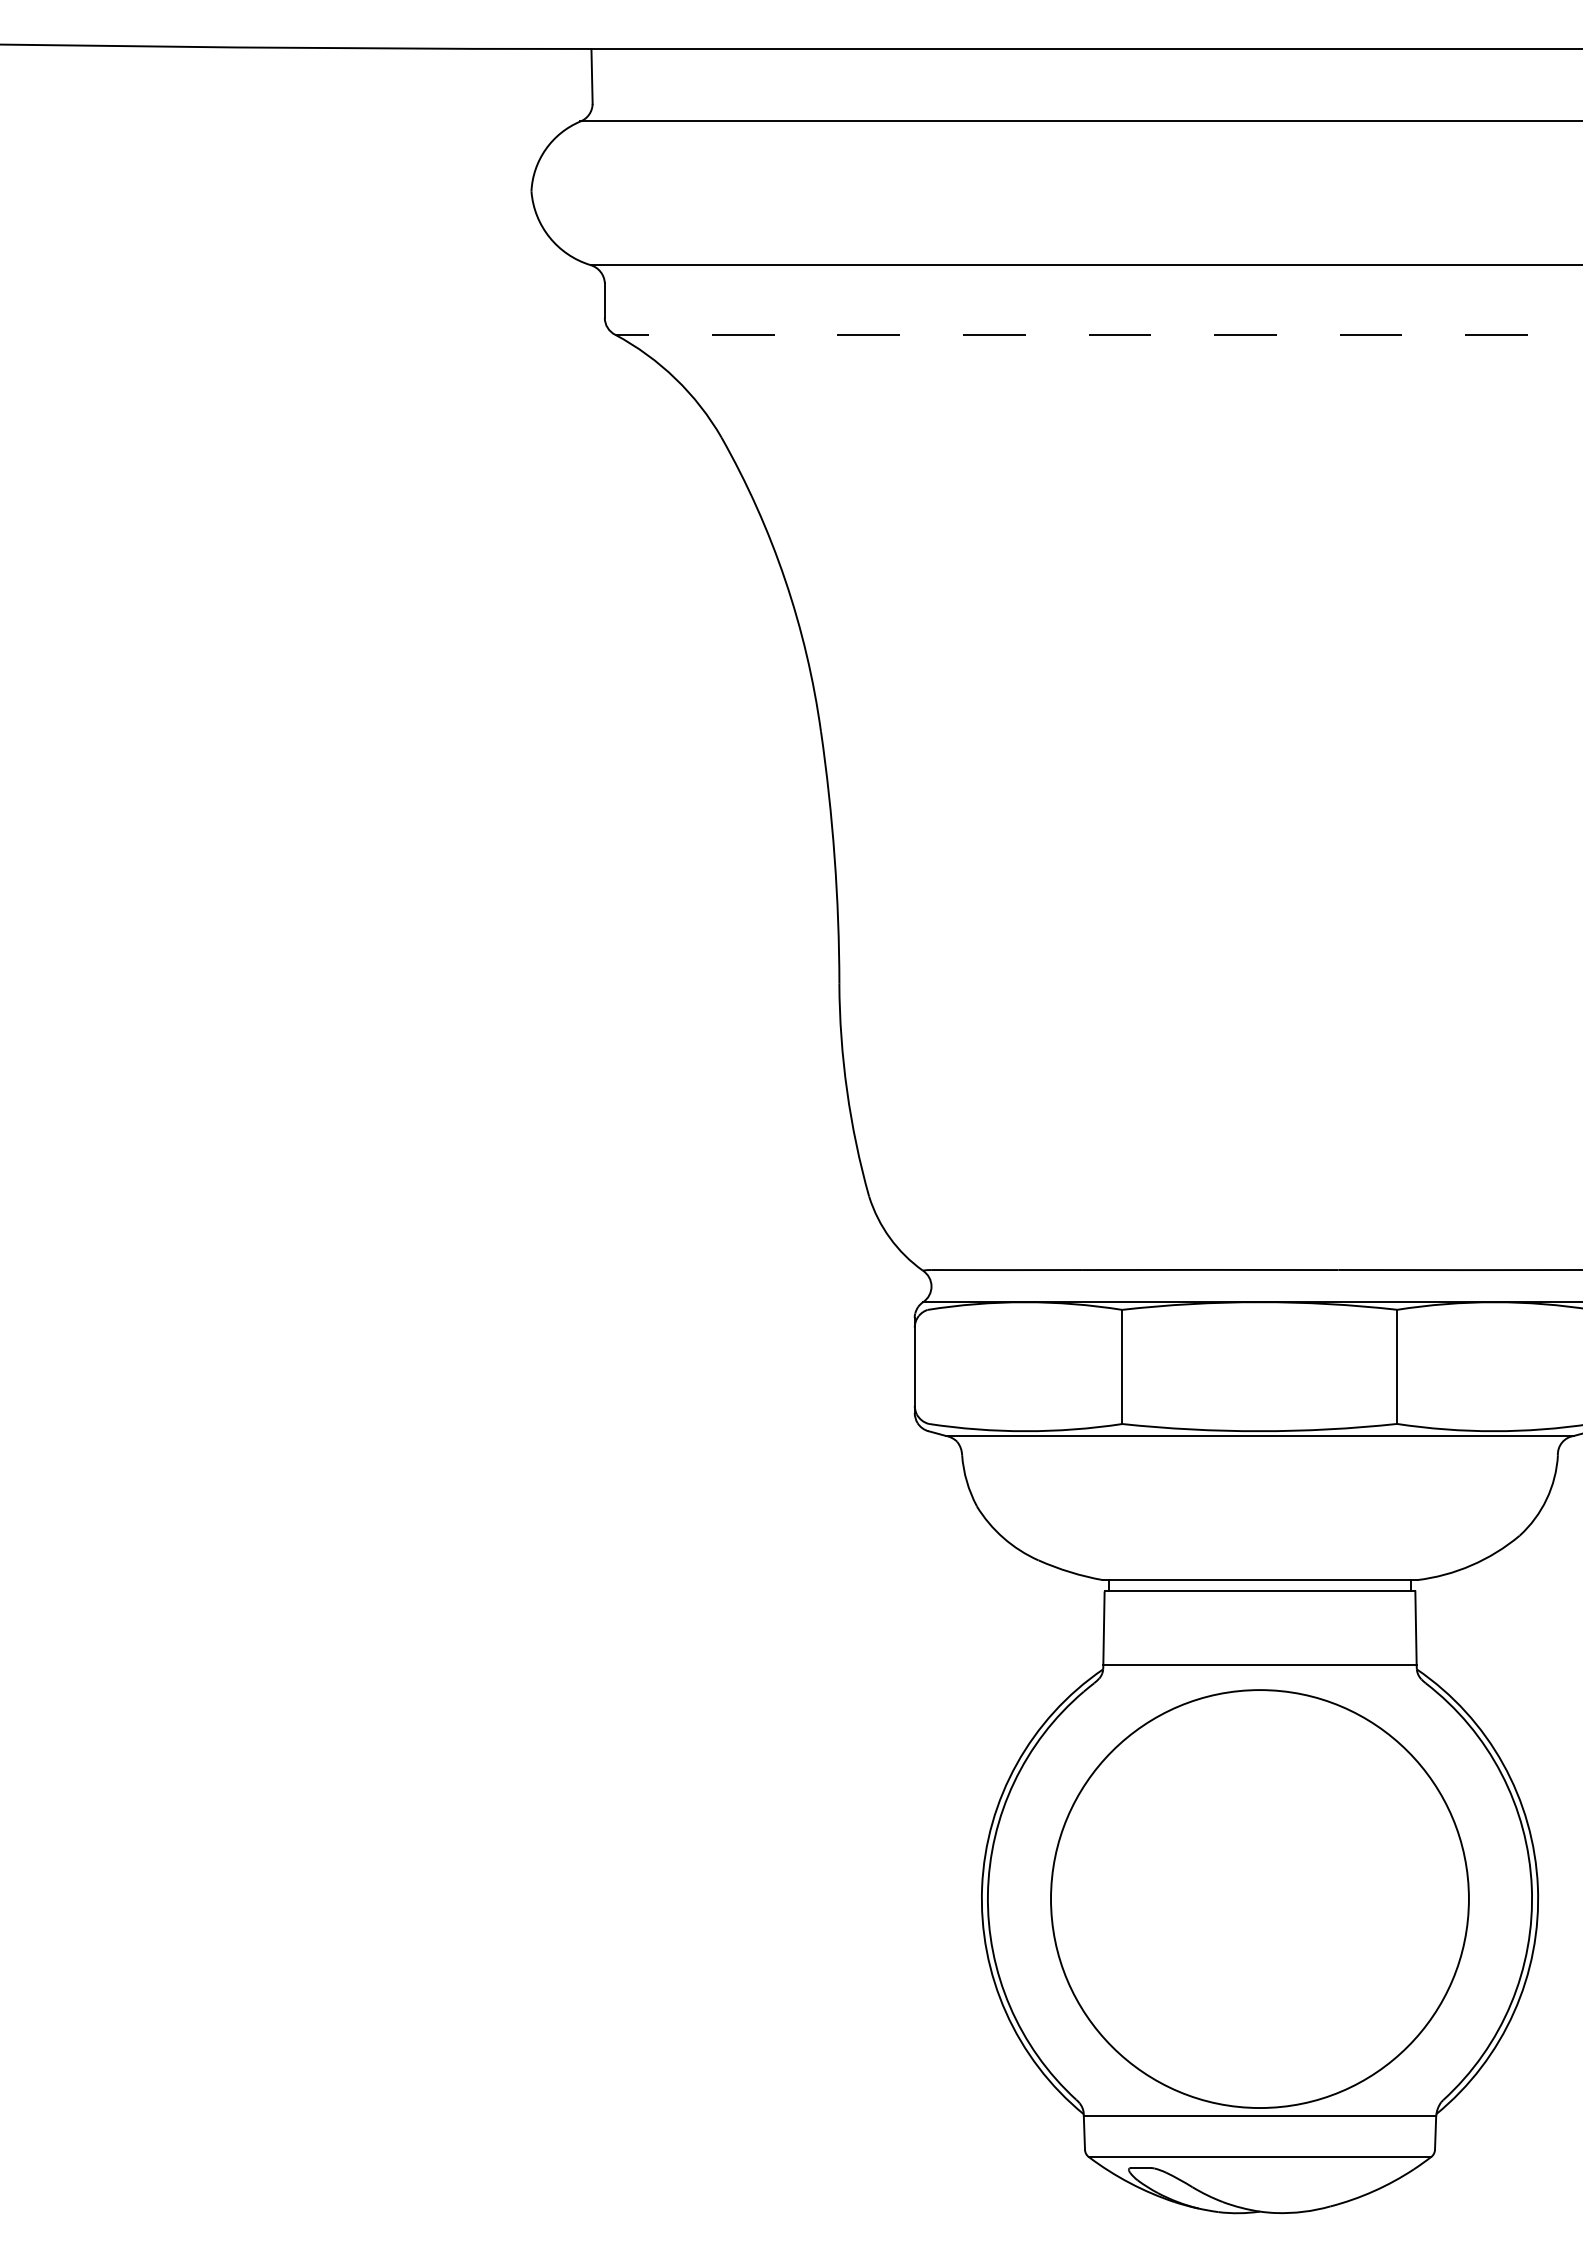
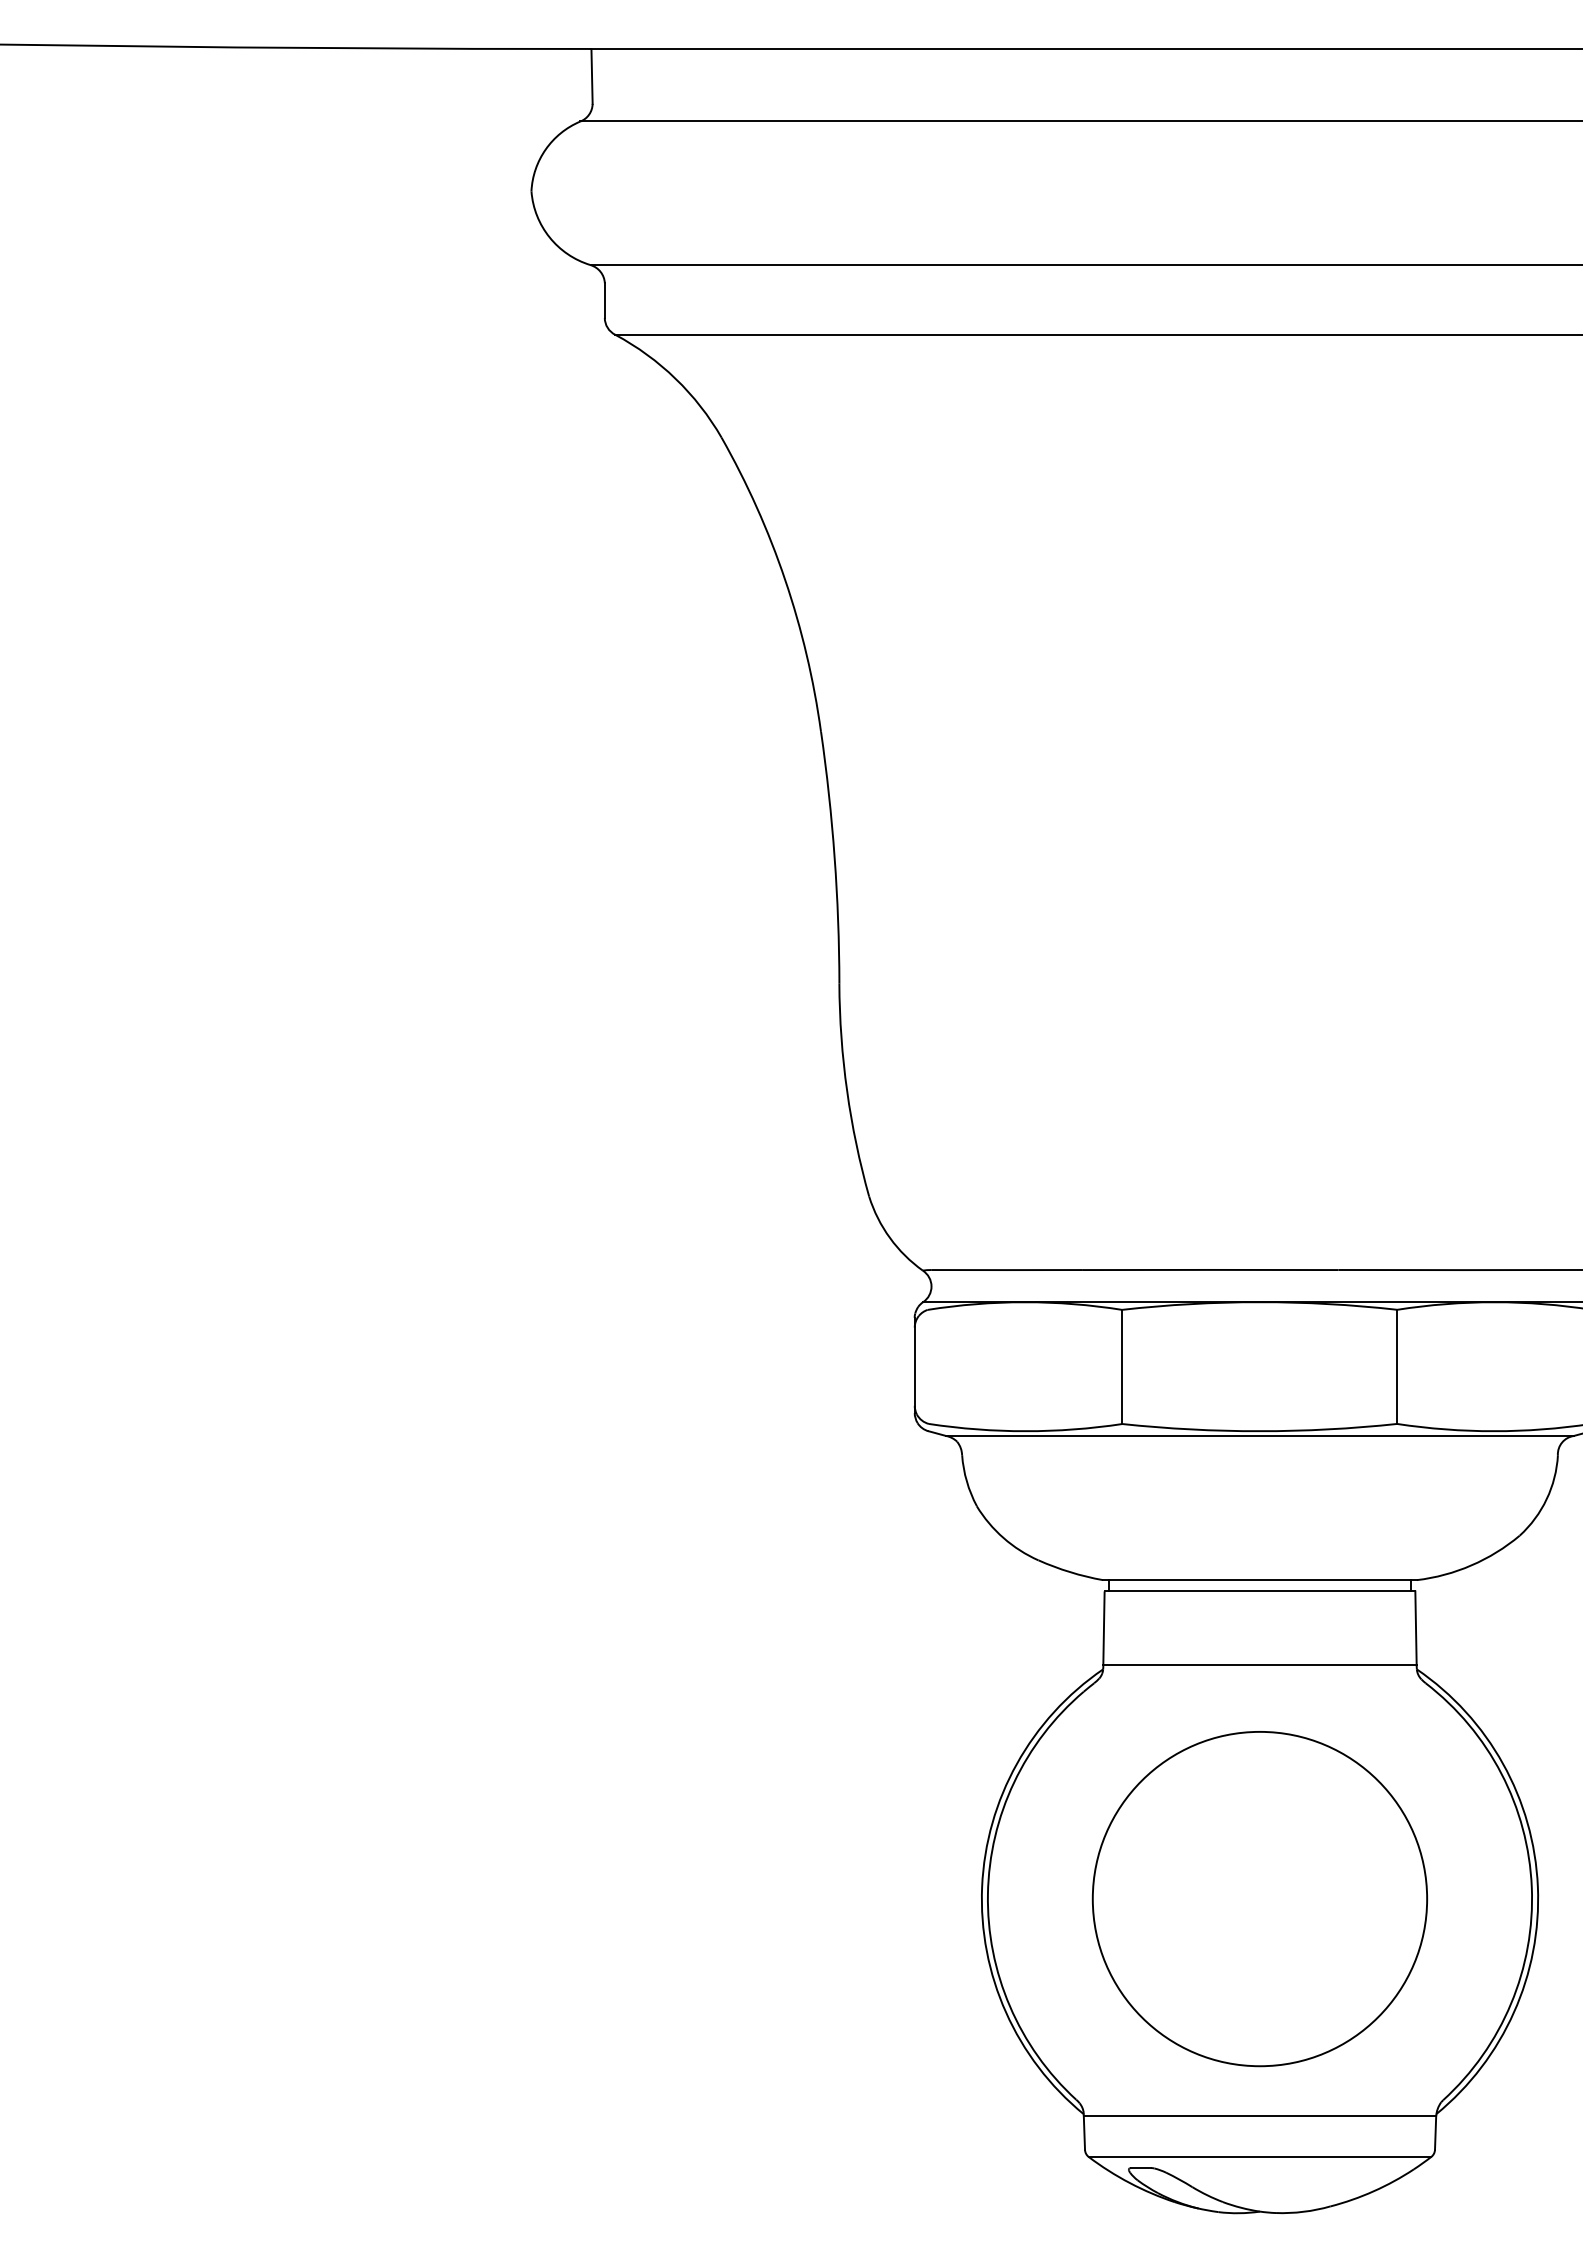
line at (1099, 334): dashed -> solid
circle at (1259, 1899) diameter: 418 px -> 334 px
